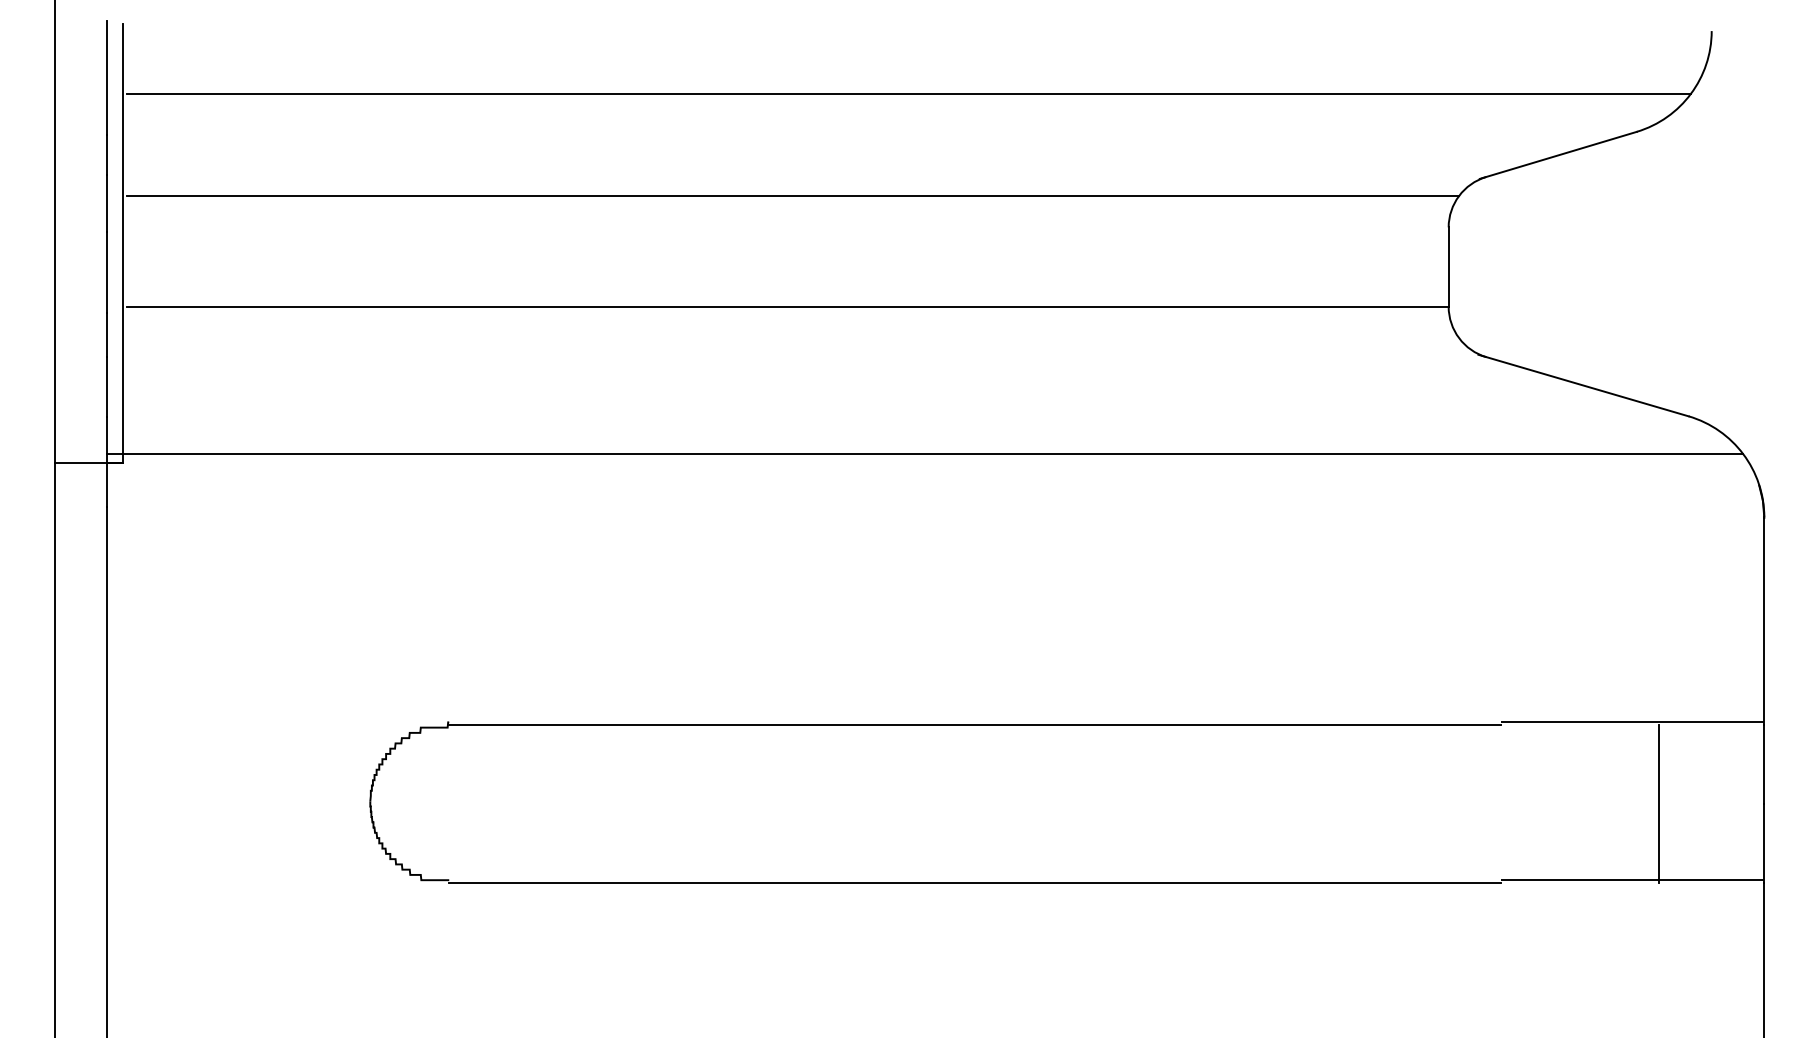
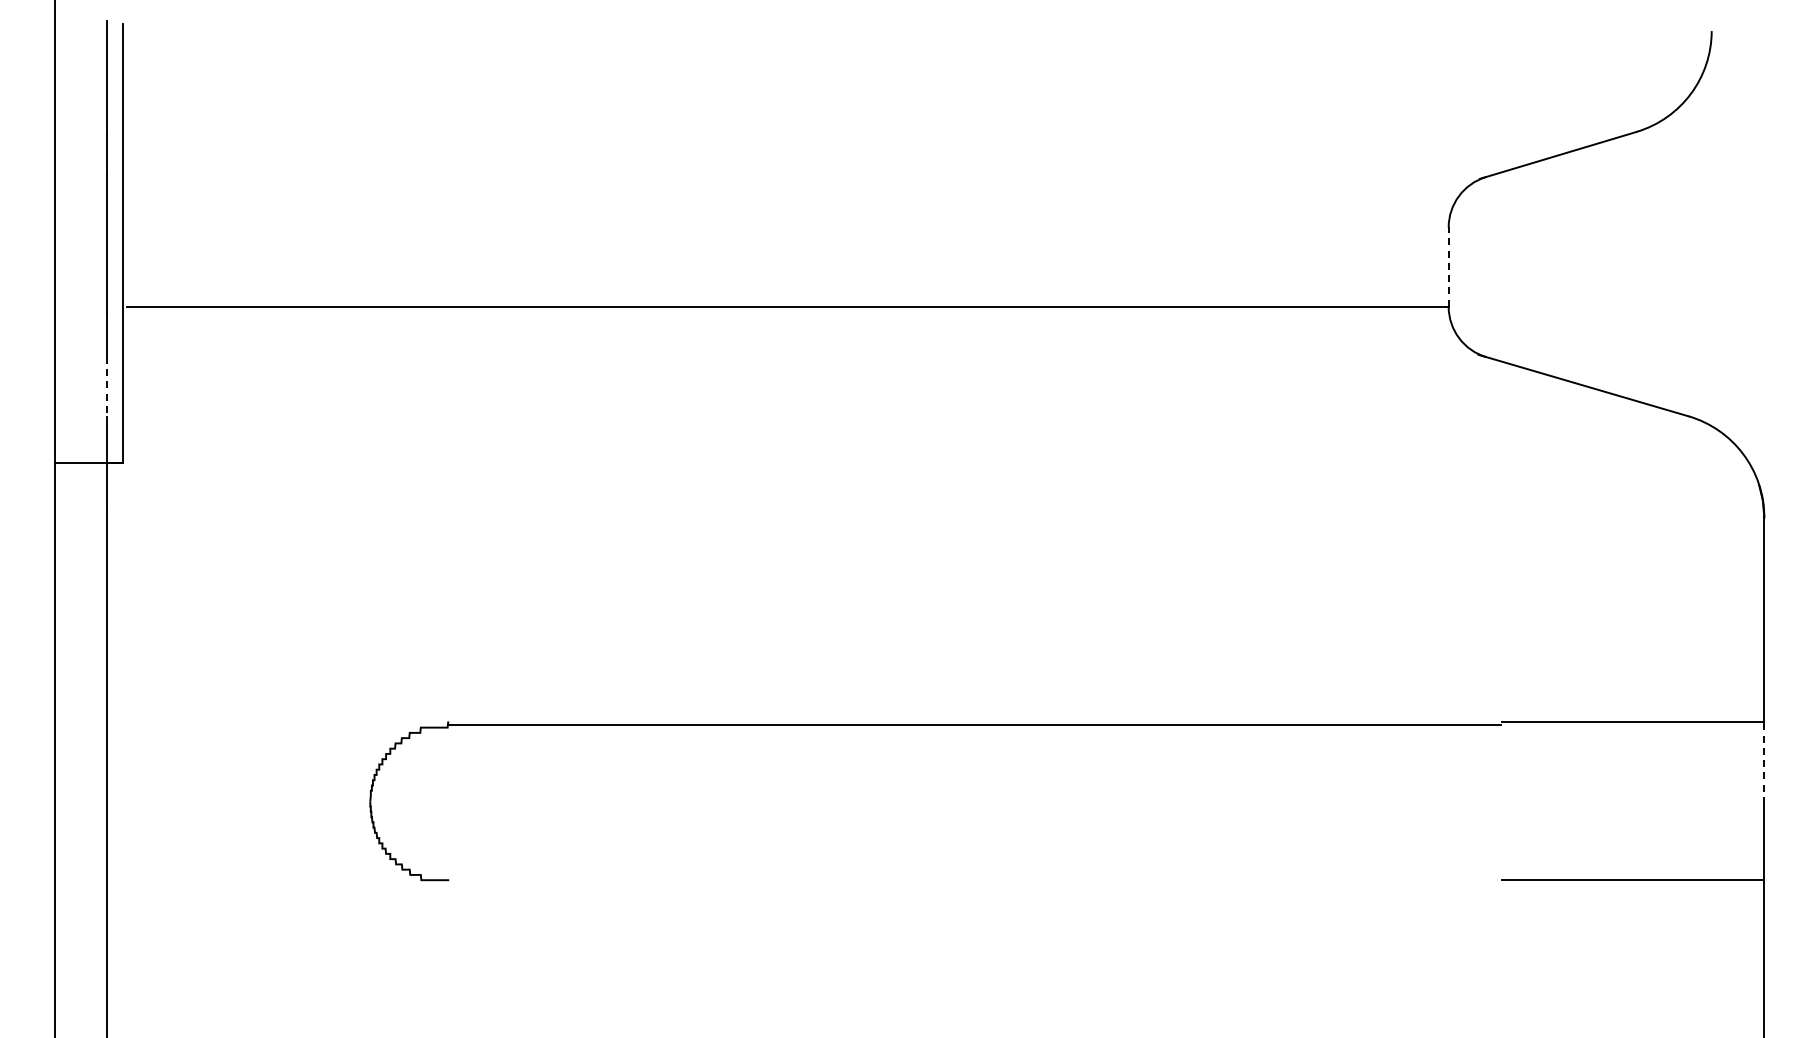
line at (908, 93): present -> none
line at (793, 196): present -> none
line at (1448, 267): solid -> dashed
line at (107, 386): solid -> dashed
line at (925, 454): present -> none
line at (1764, 763): solid -> dashed
line at (1659, 803): present -> none
line at (975, 882): present -> none
